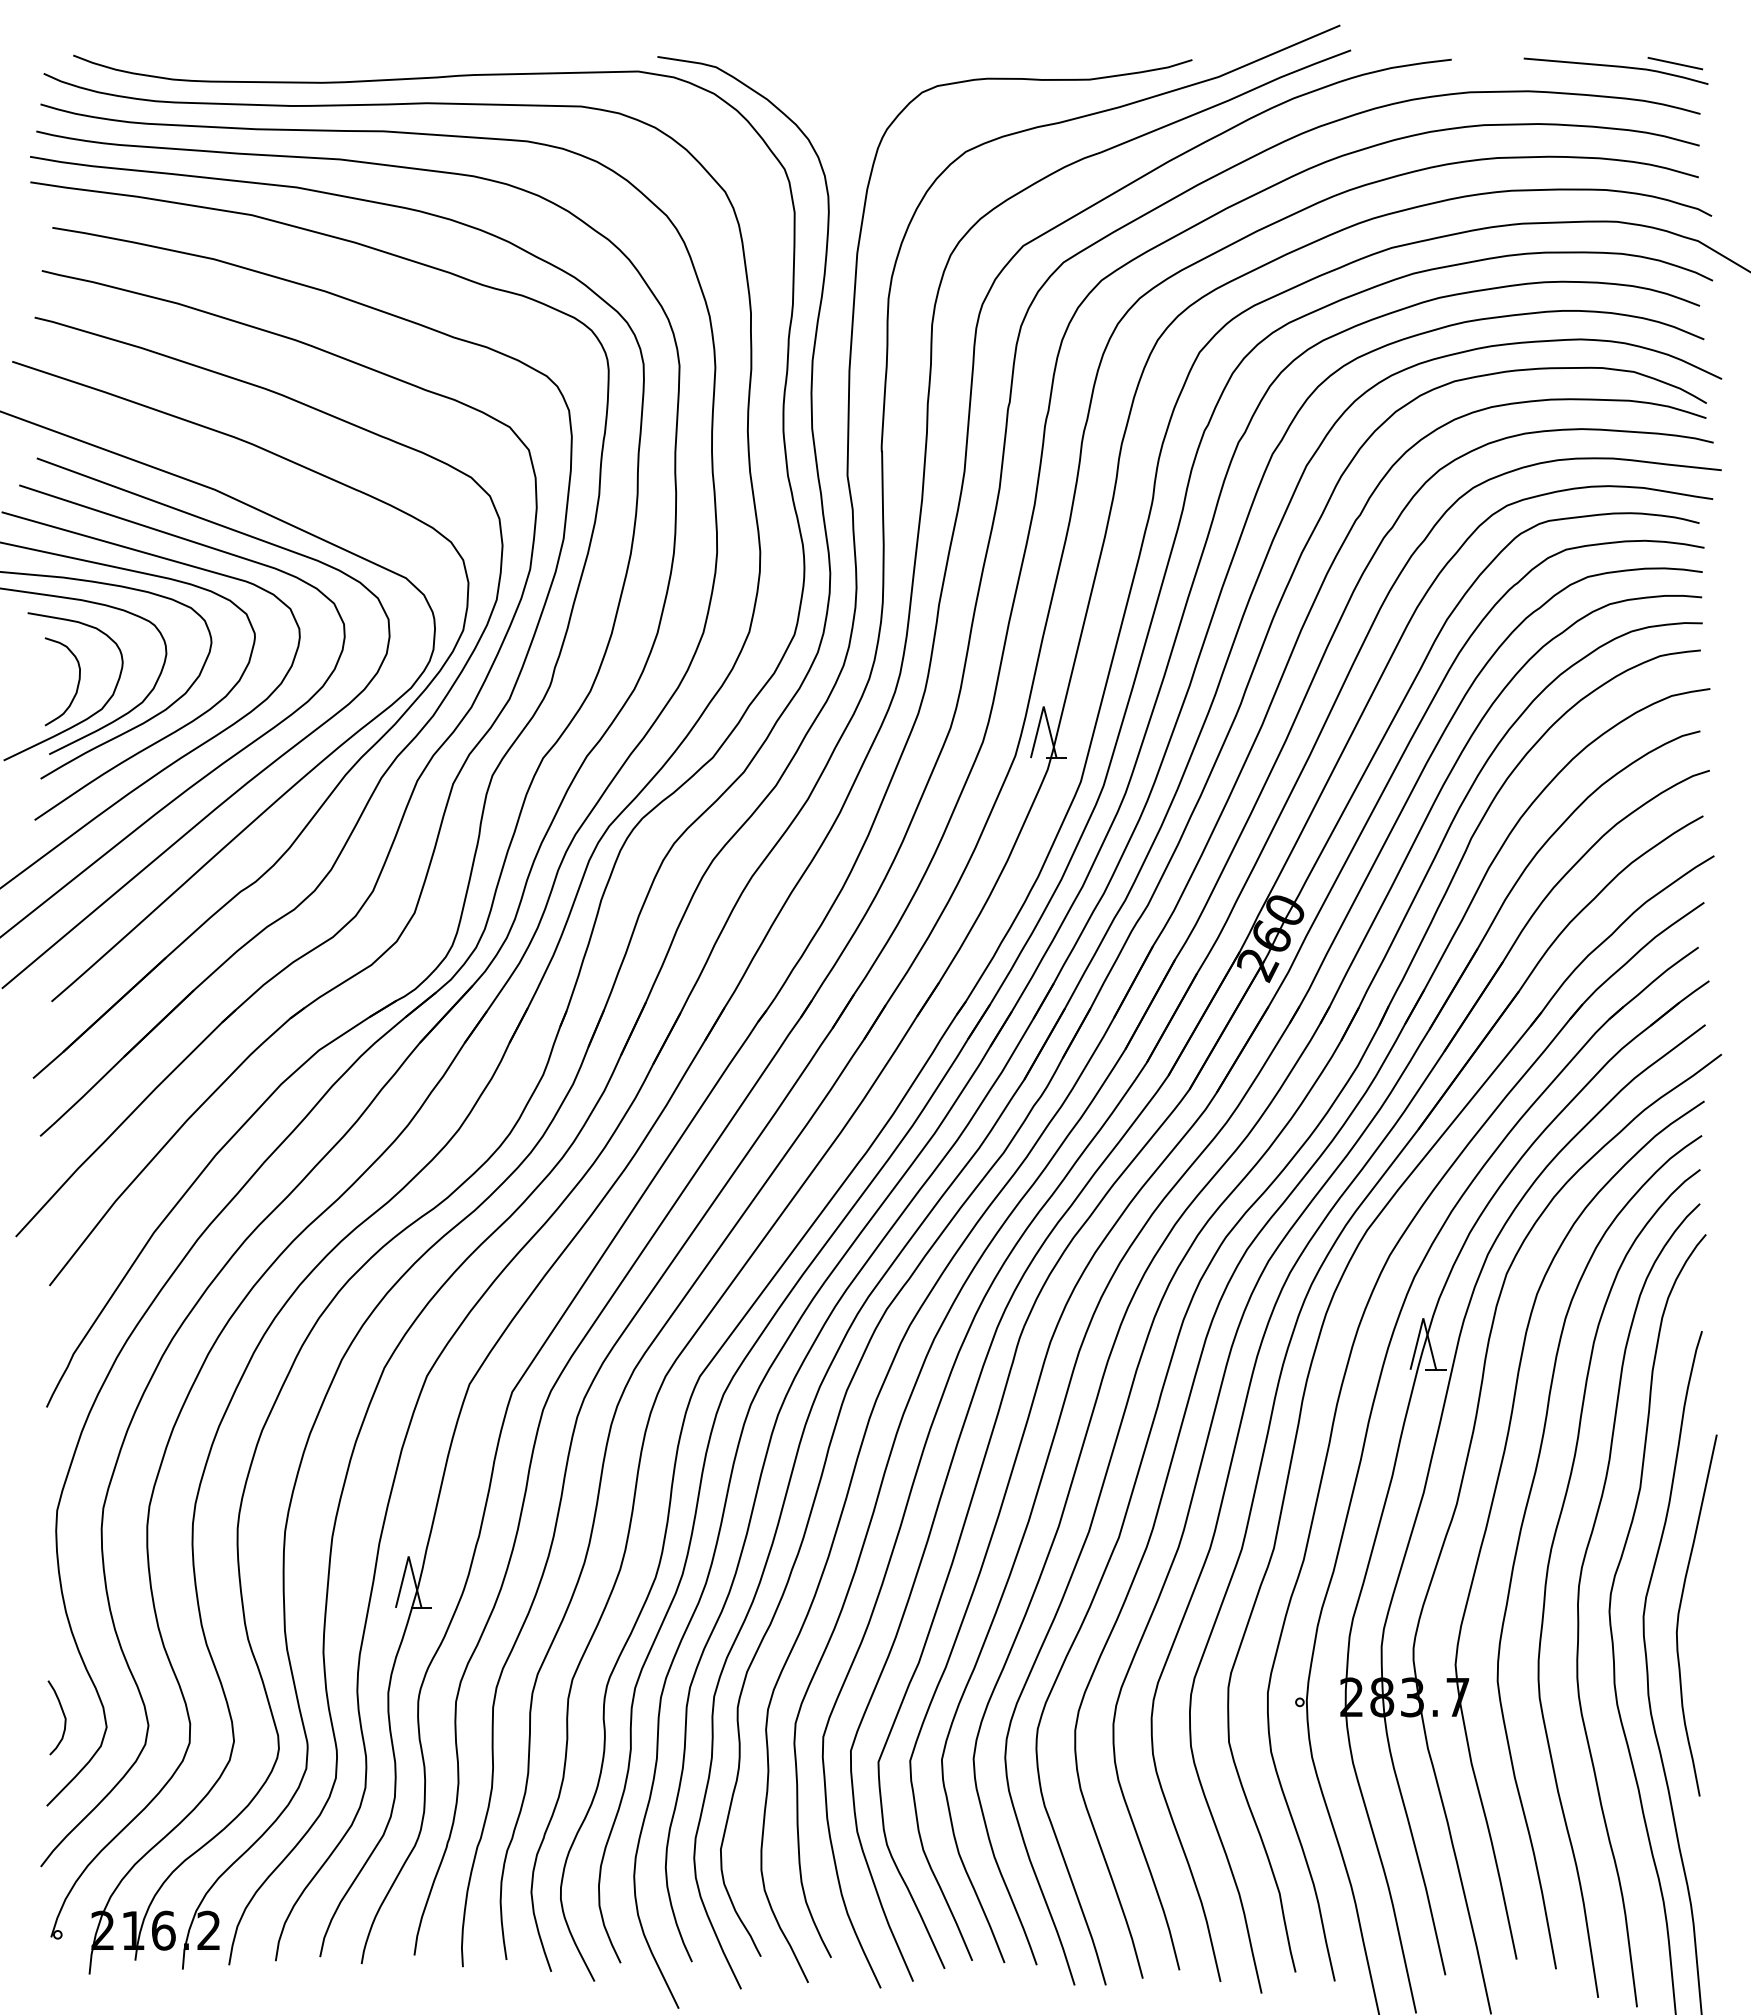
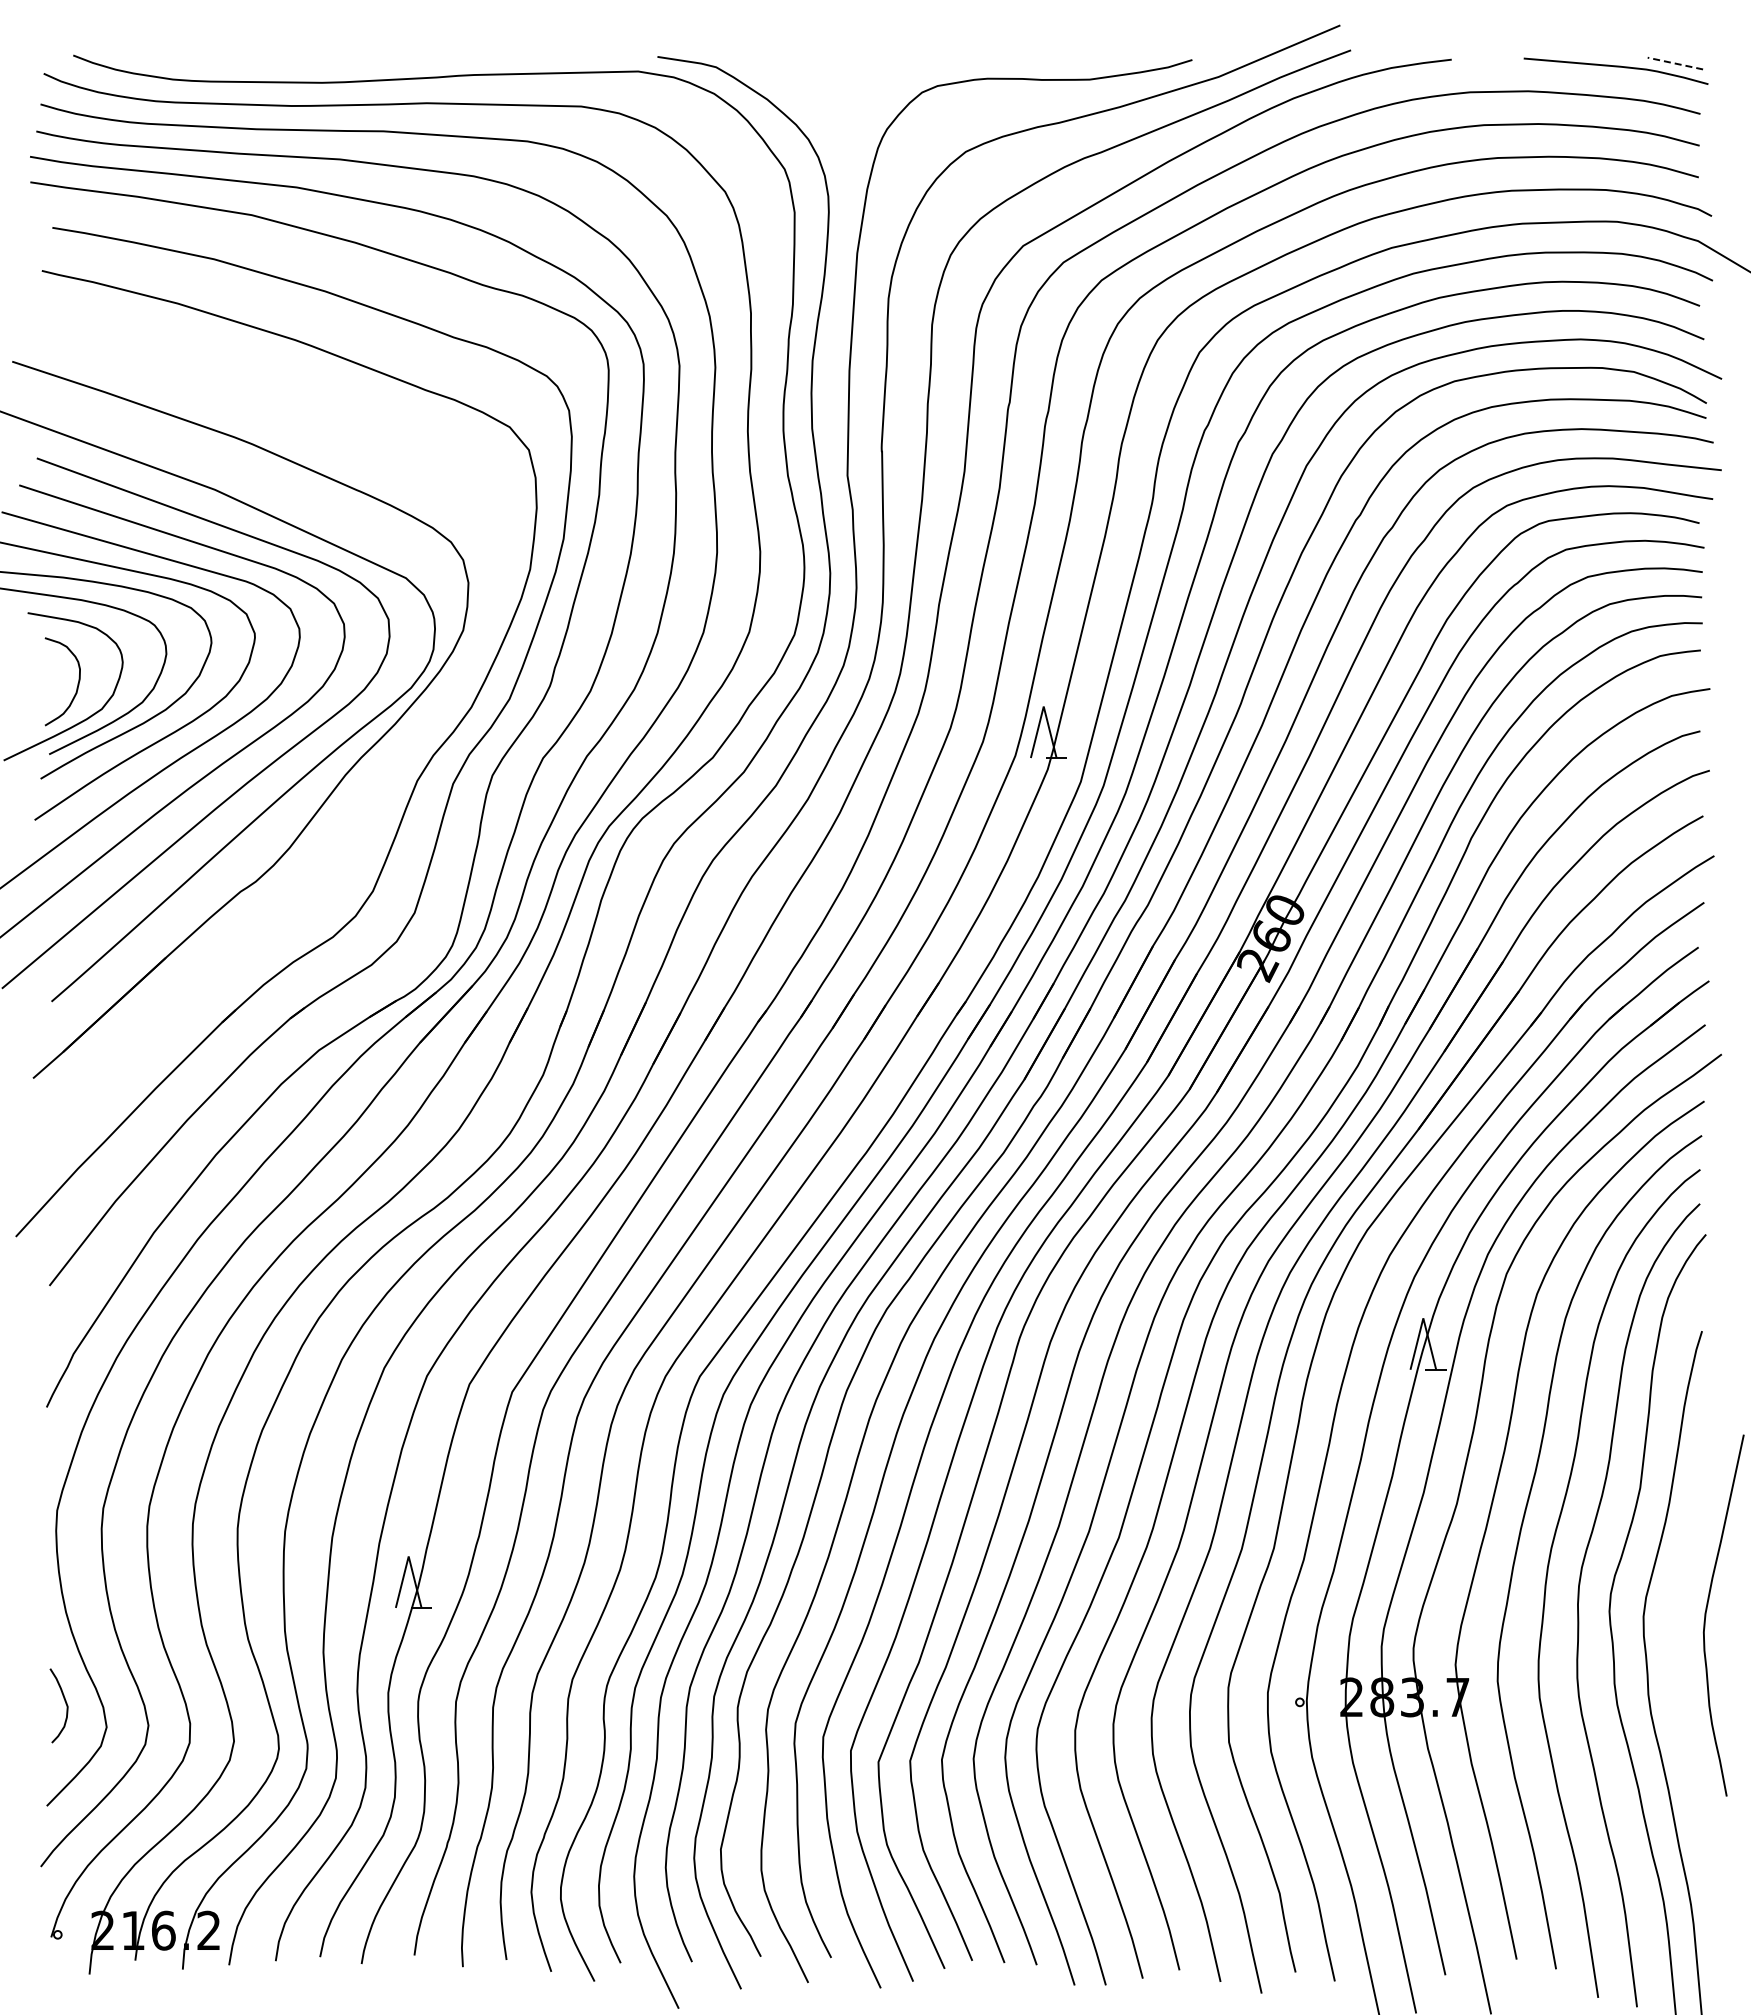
line at (1674, 63): solid -> dashed
part at (377, 782): present -> none
curve at (1680, 1610) position: (1680, 1610) -> (1707, 1610)
curve at (63, 1716) position: (63, 1716) -> (65, 1704)
